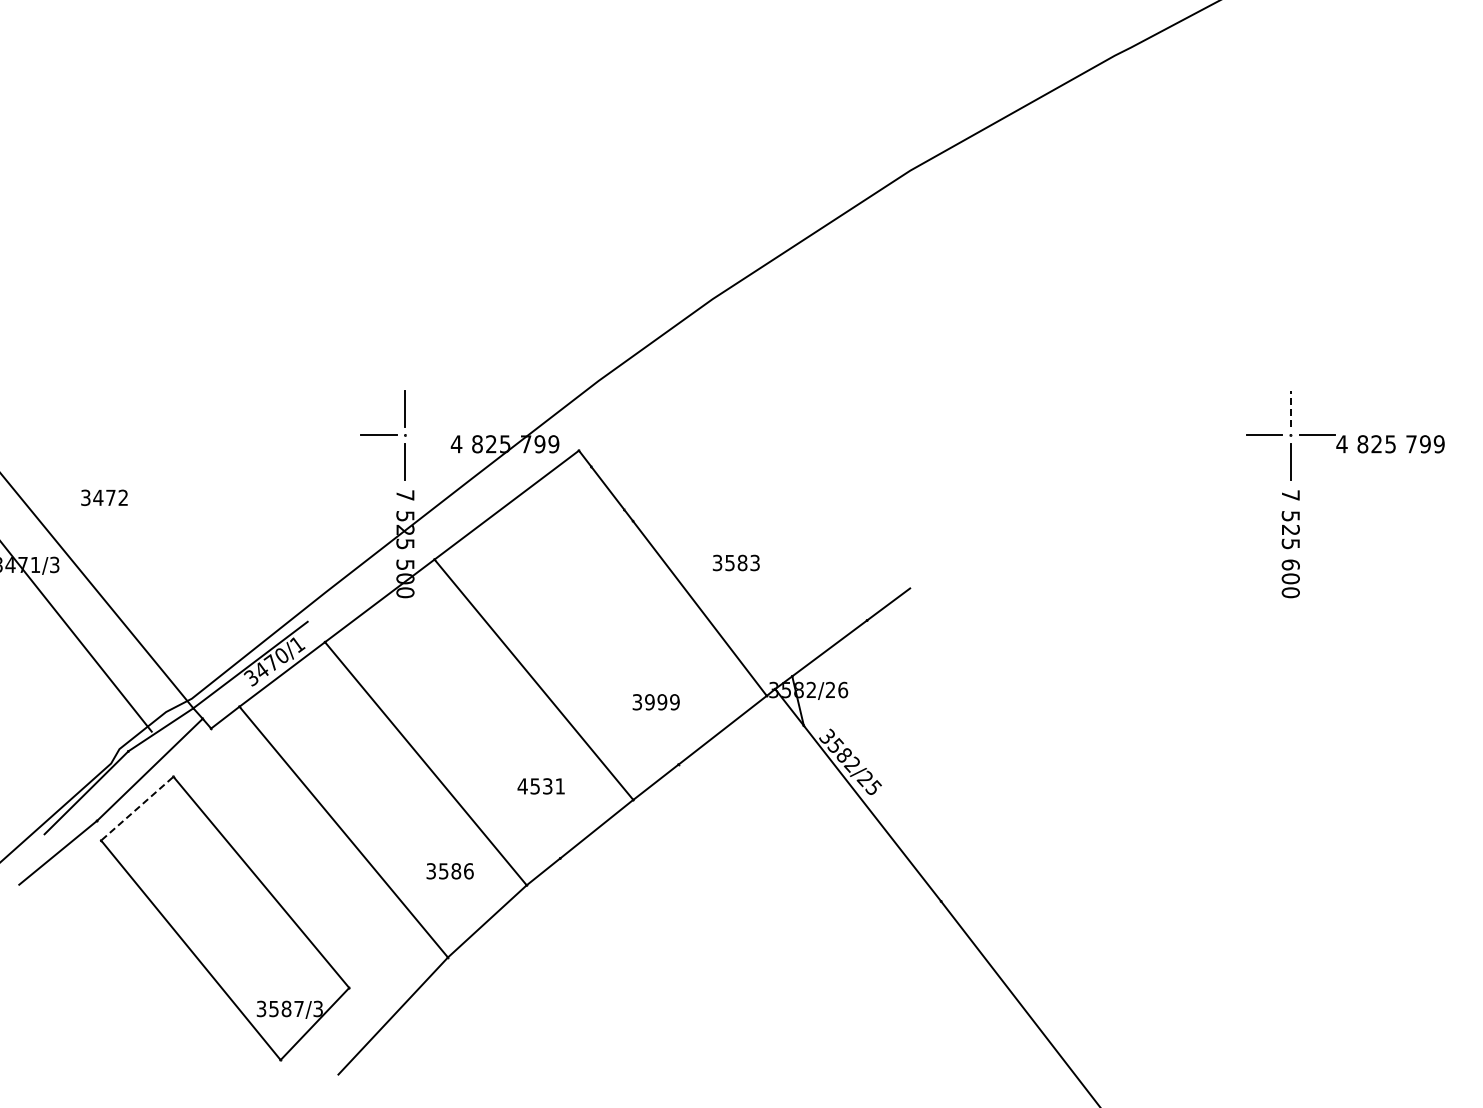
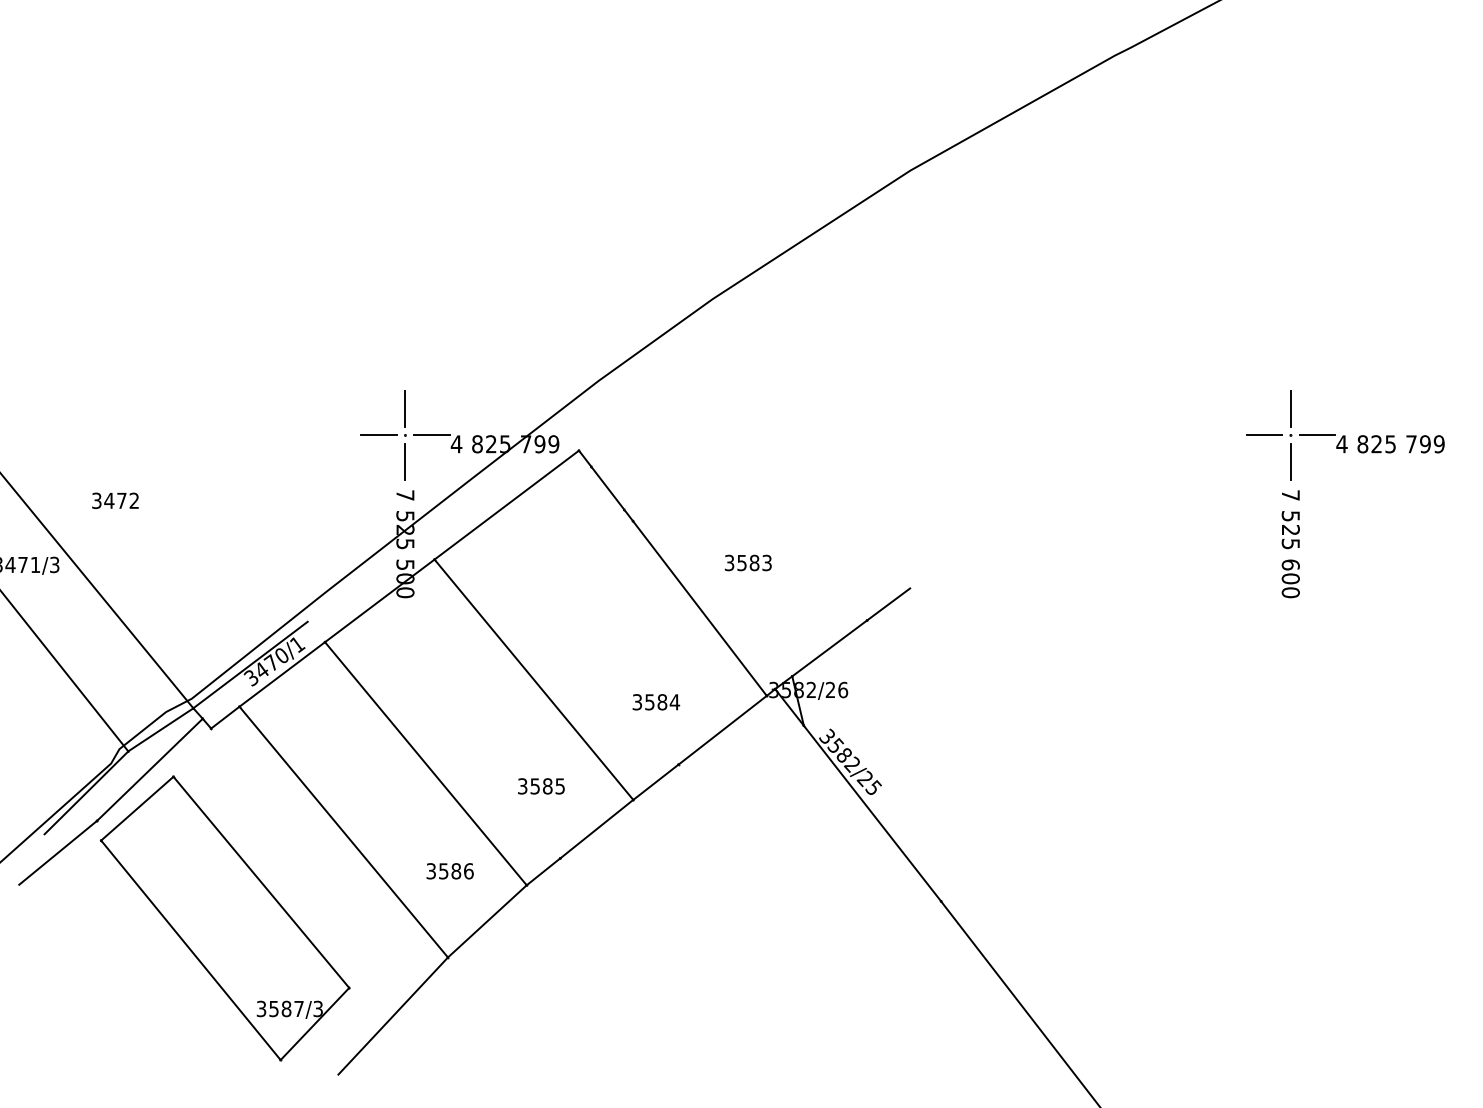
line at (1290, 408): dashed -> solid
line at (431, 435): none -> present
text at (104, 497) position: (104, 497) -> (115, 500)
text at (735, 562) position: (735, 562) -> (747, 562)
line at (76, 637) position: (76, 637) -> (64, 671)
text at (662, 702): 3999 -> 3584
text at (540, 786): 4531 -> 3585
line at (137, 809): dashed -> solid
